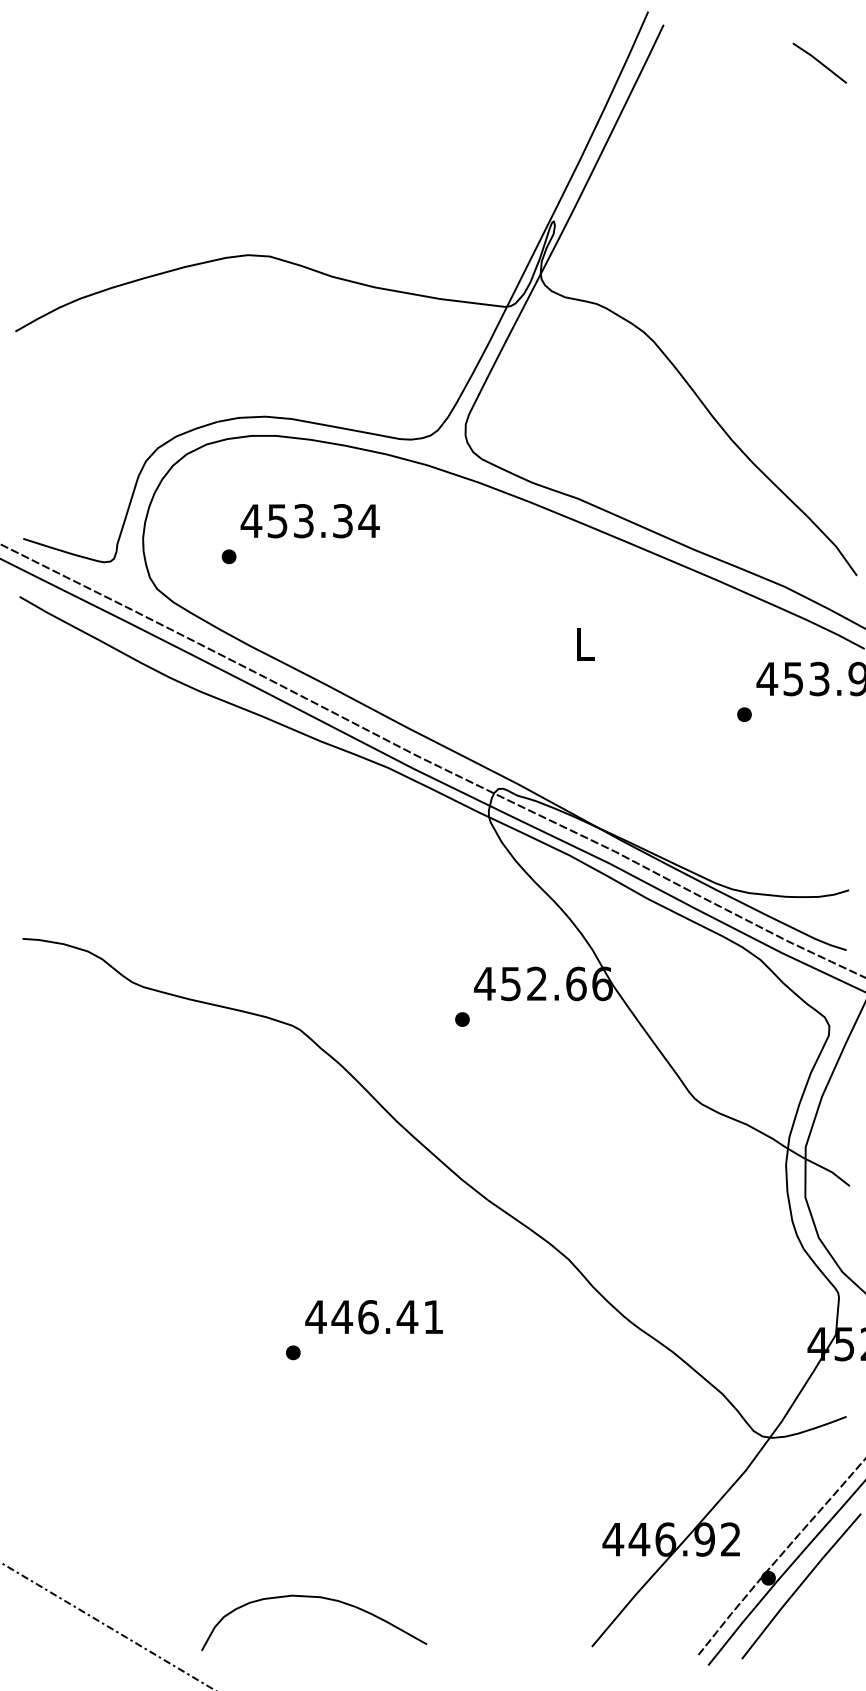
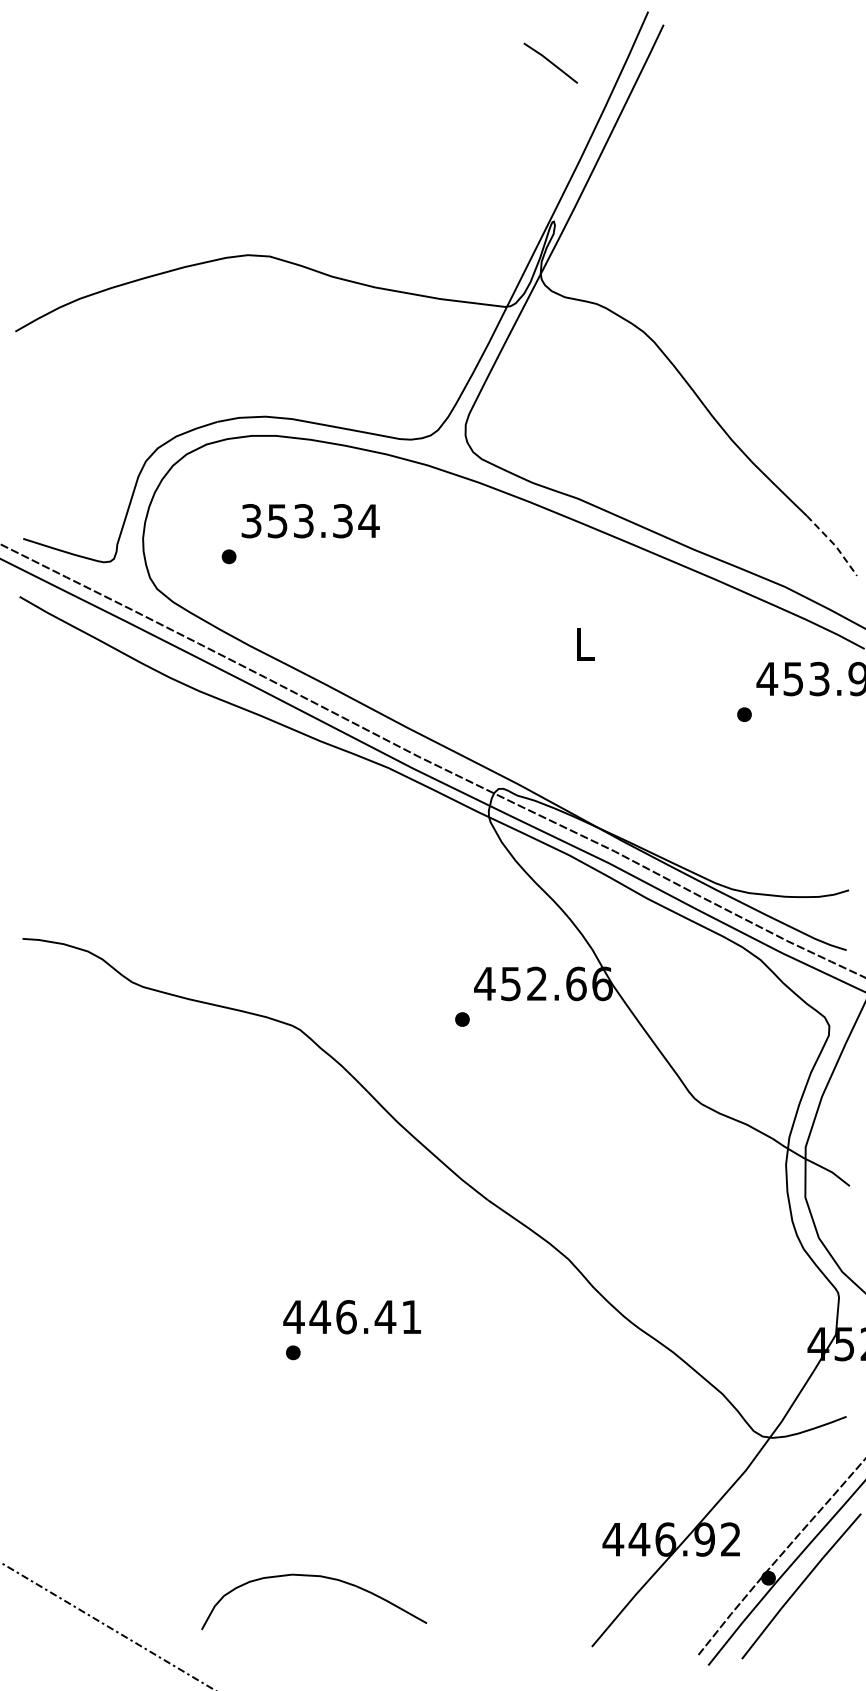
line at (819, 62) position: (819, 62) -> (550, 62)
text at (251, 521): 453.34 -> 353.34
line at (834, 545): solid -> dashed
text at (373, 1317) position: (373, 1317) -> (351, 1317)
part at (319, 1598) position: (319, 1598) -> (319, 1577)
